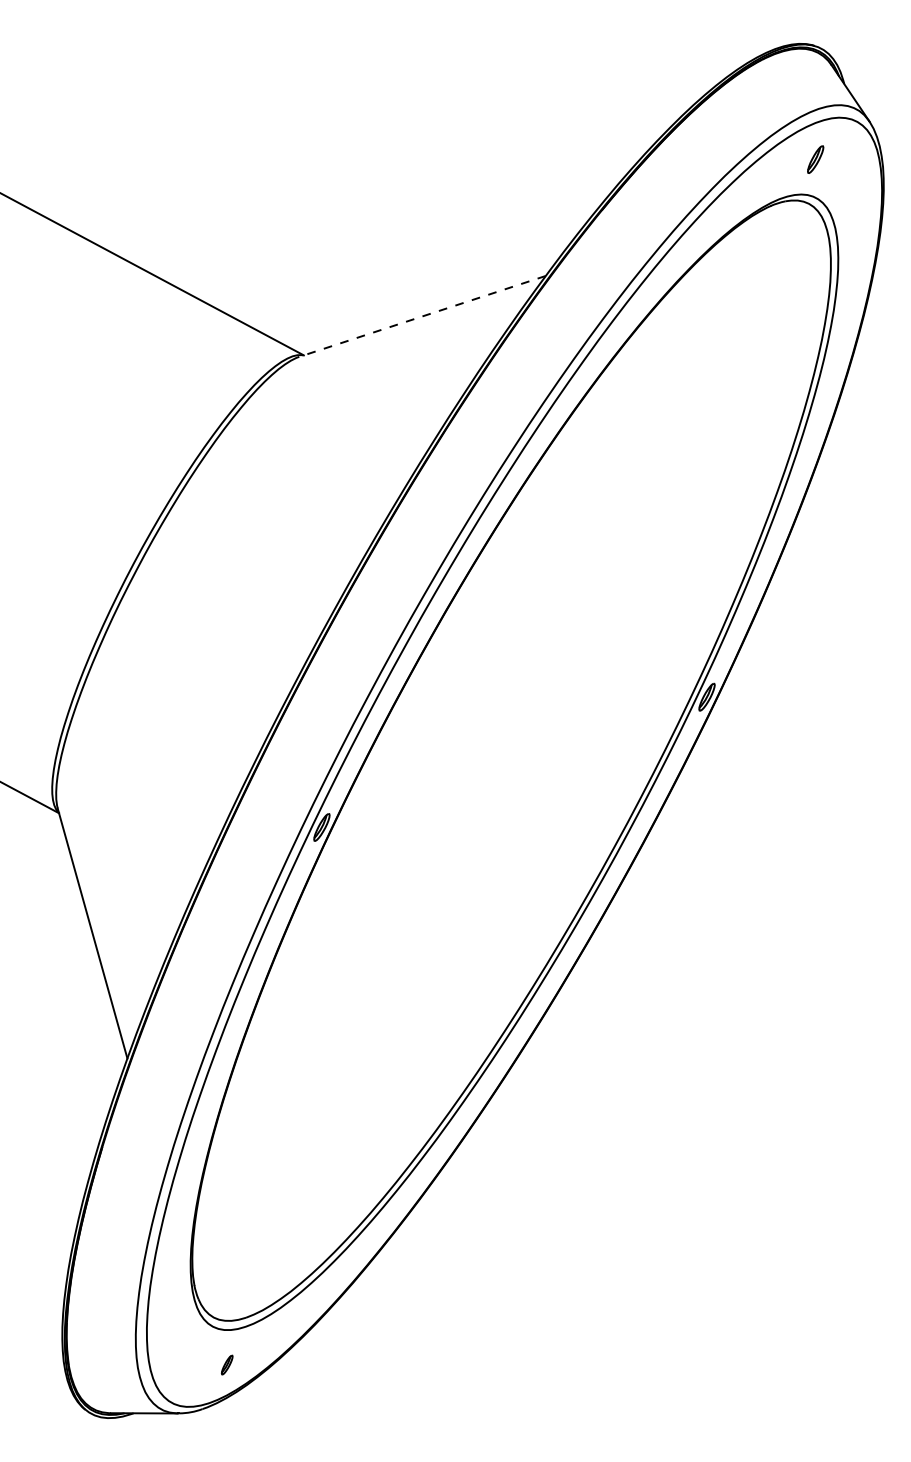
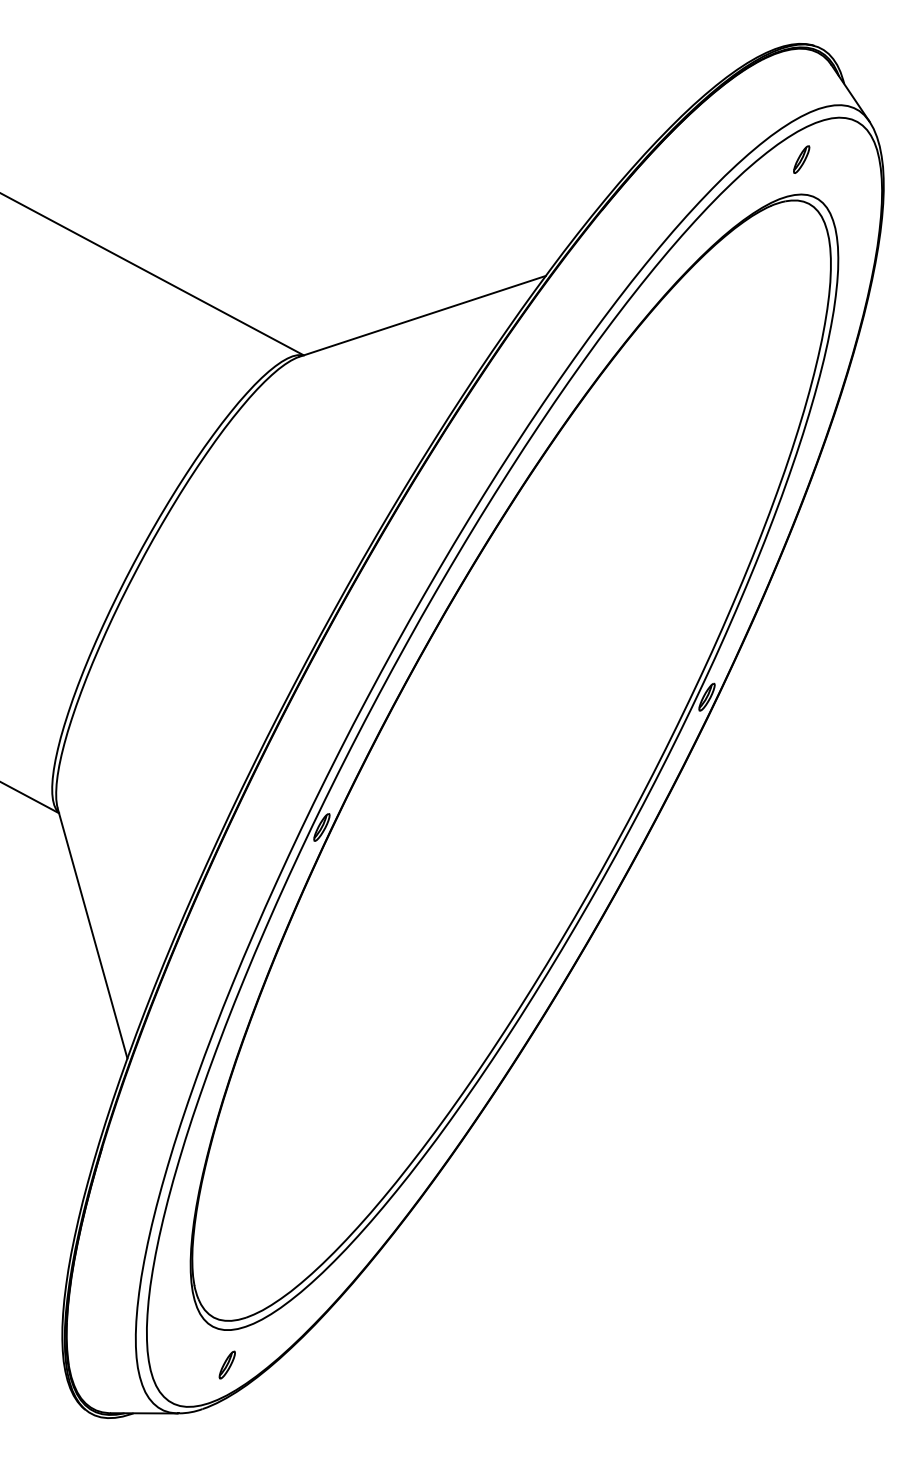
part at (815, 159) position: (815, 159) -> (801, 159)
line at (422, 316): dashed -> solid
part at (227, 1364) size: 13x22 px -> 18x30 px
